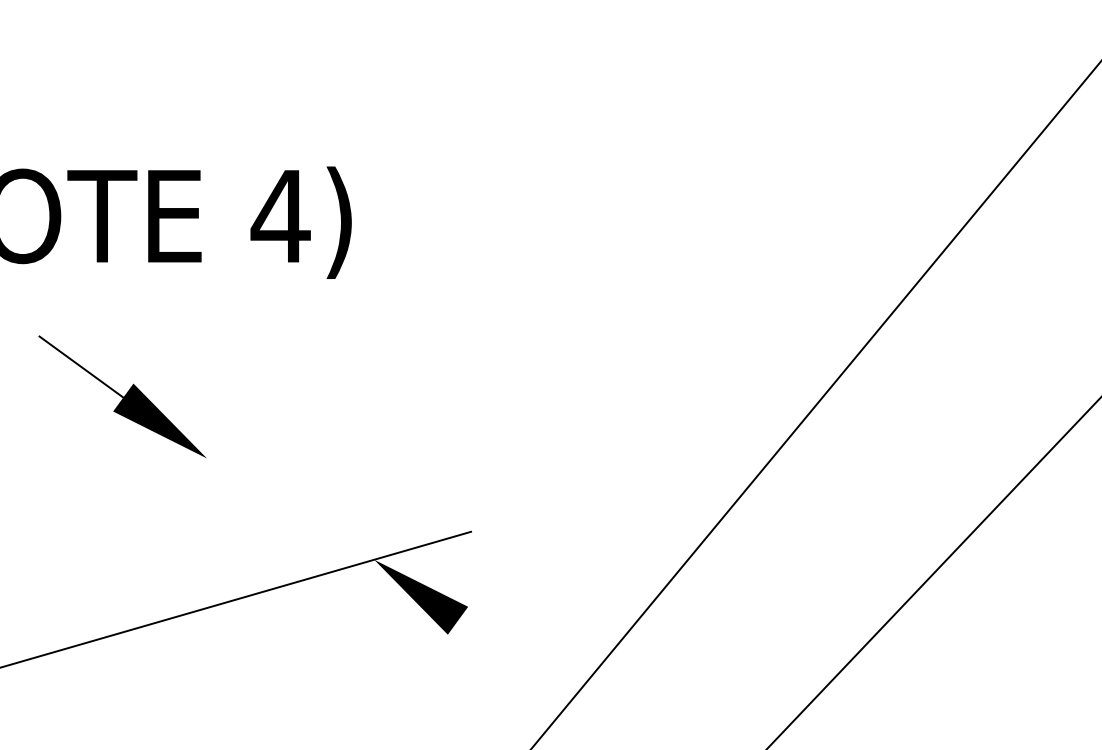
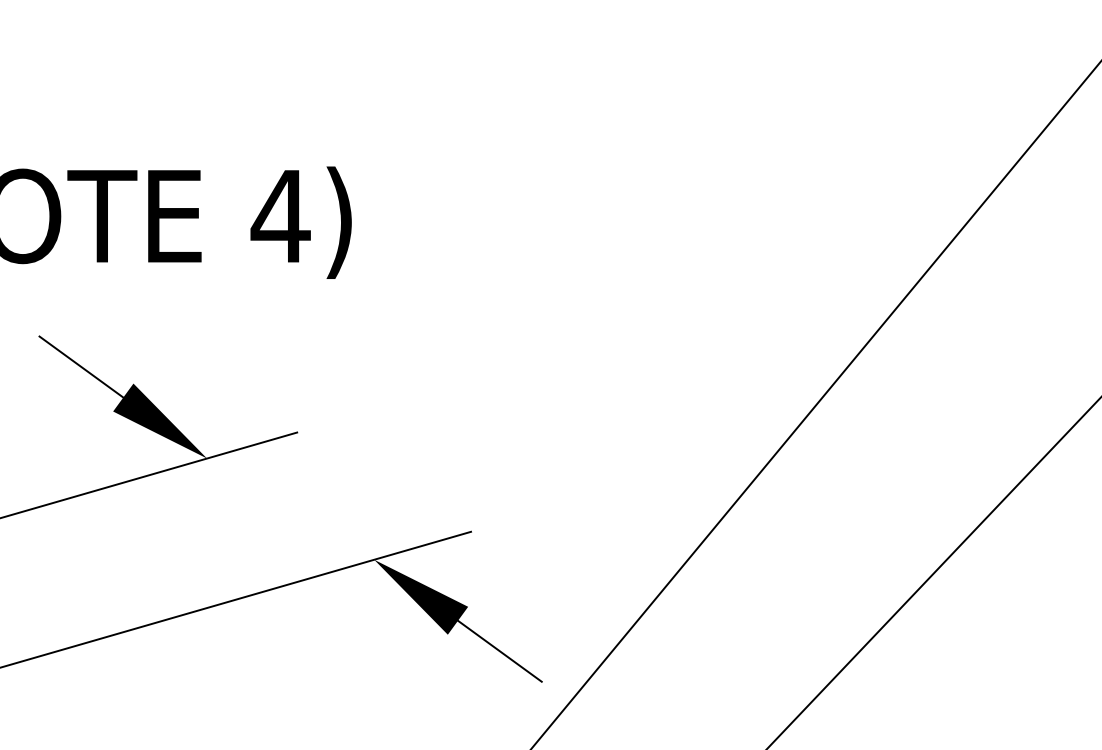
line at (149, 474): none -> present
line at (499, 650): none -> present
